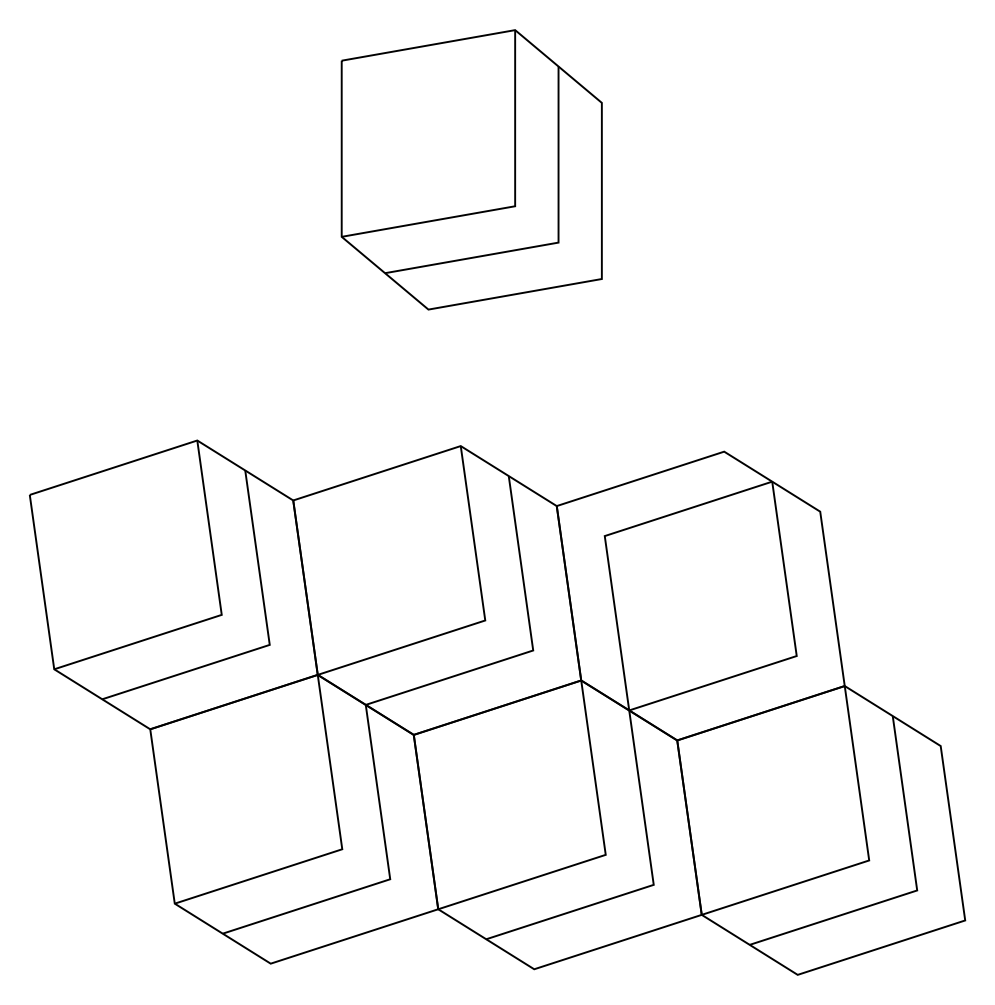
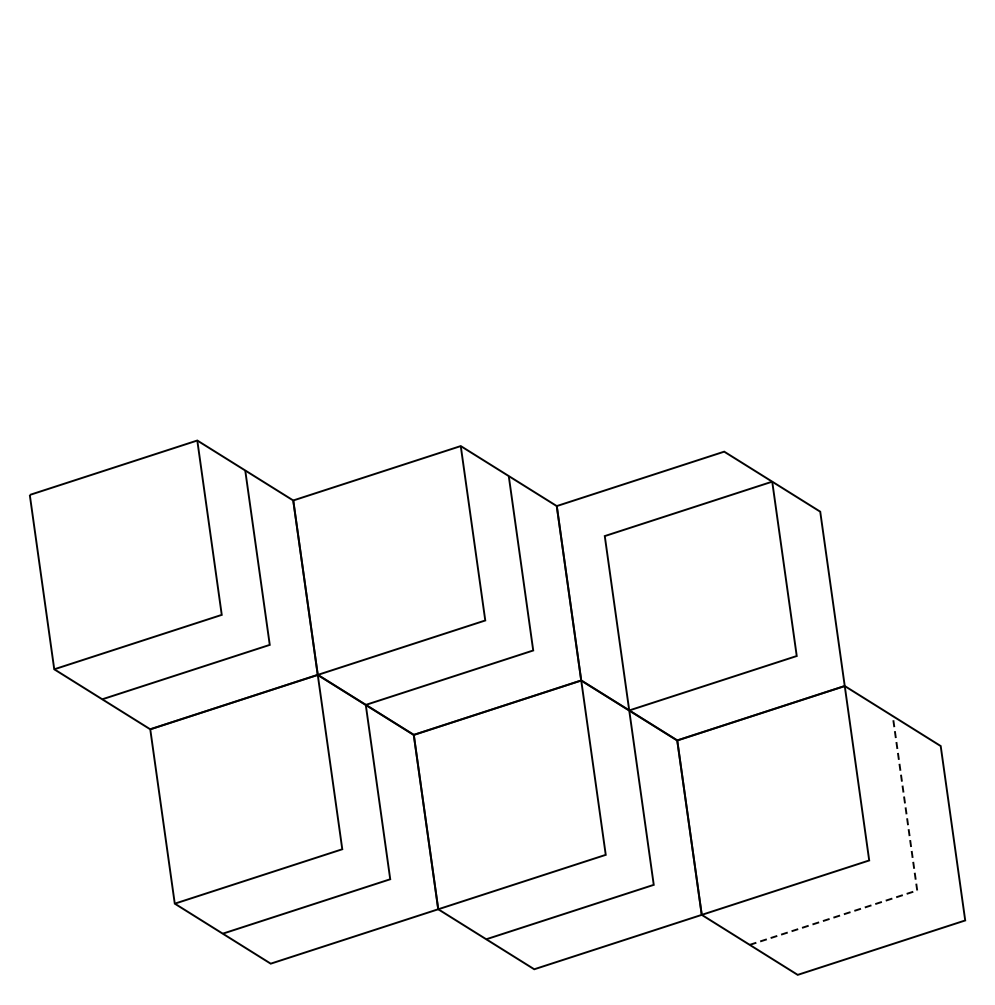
part at (471, 169): present -> none
line at (917, 890): solid -> dashed
